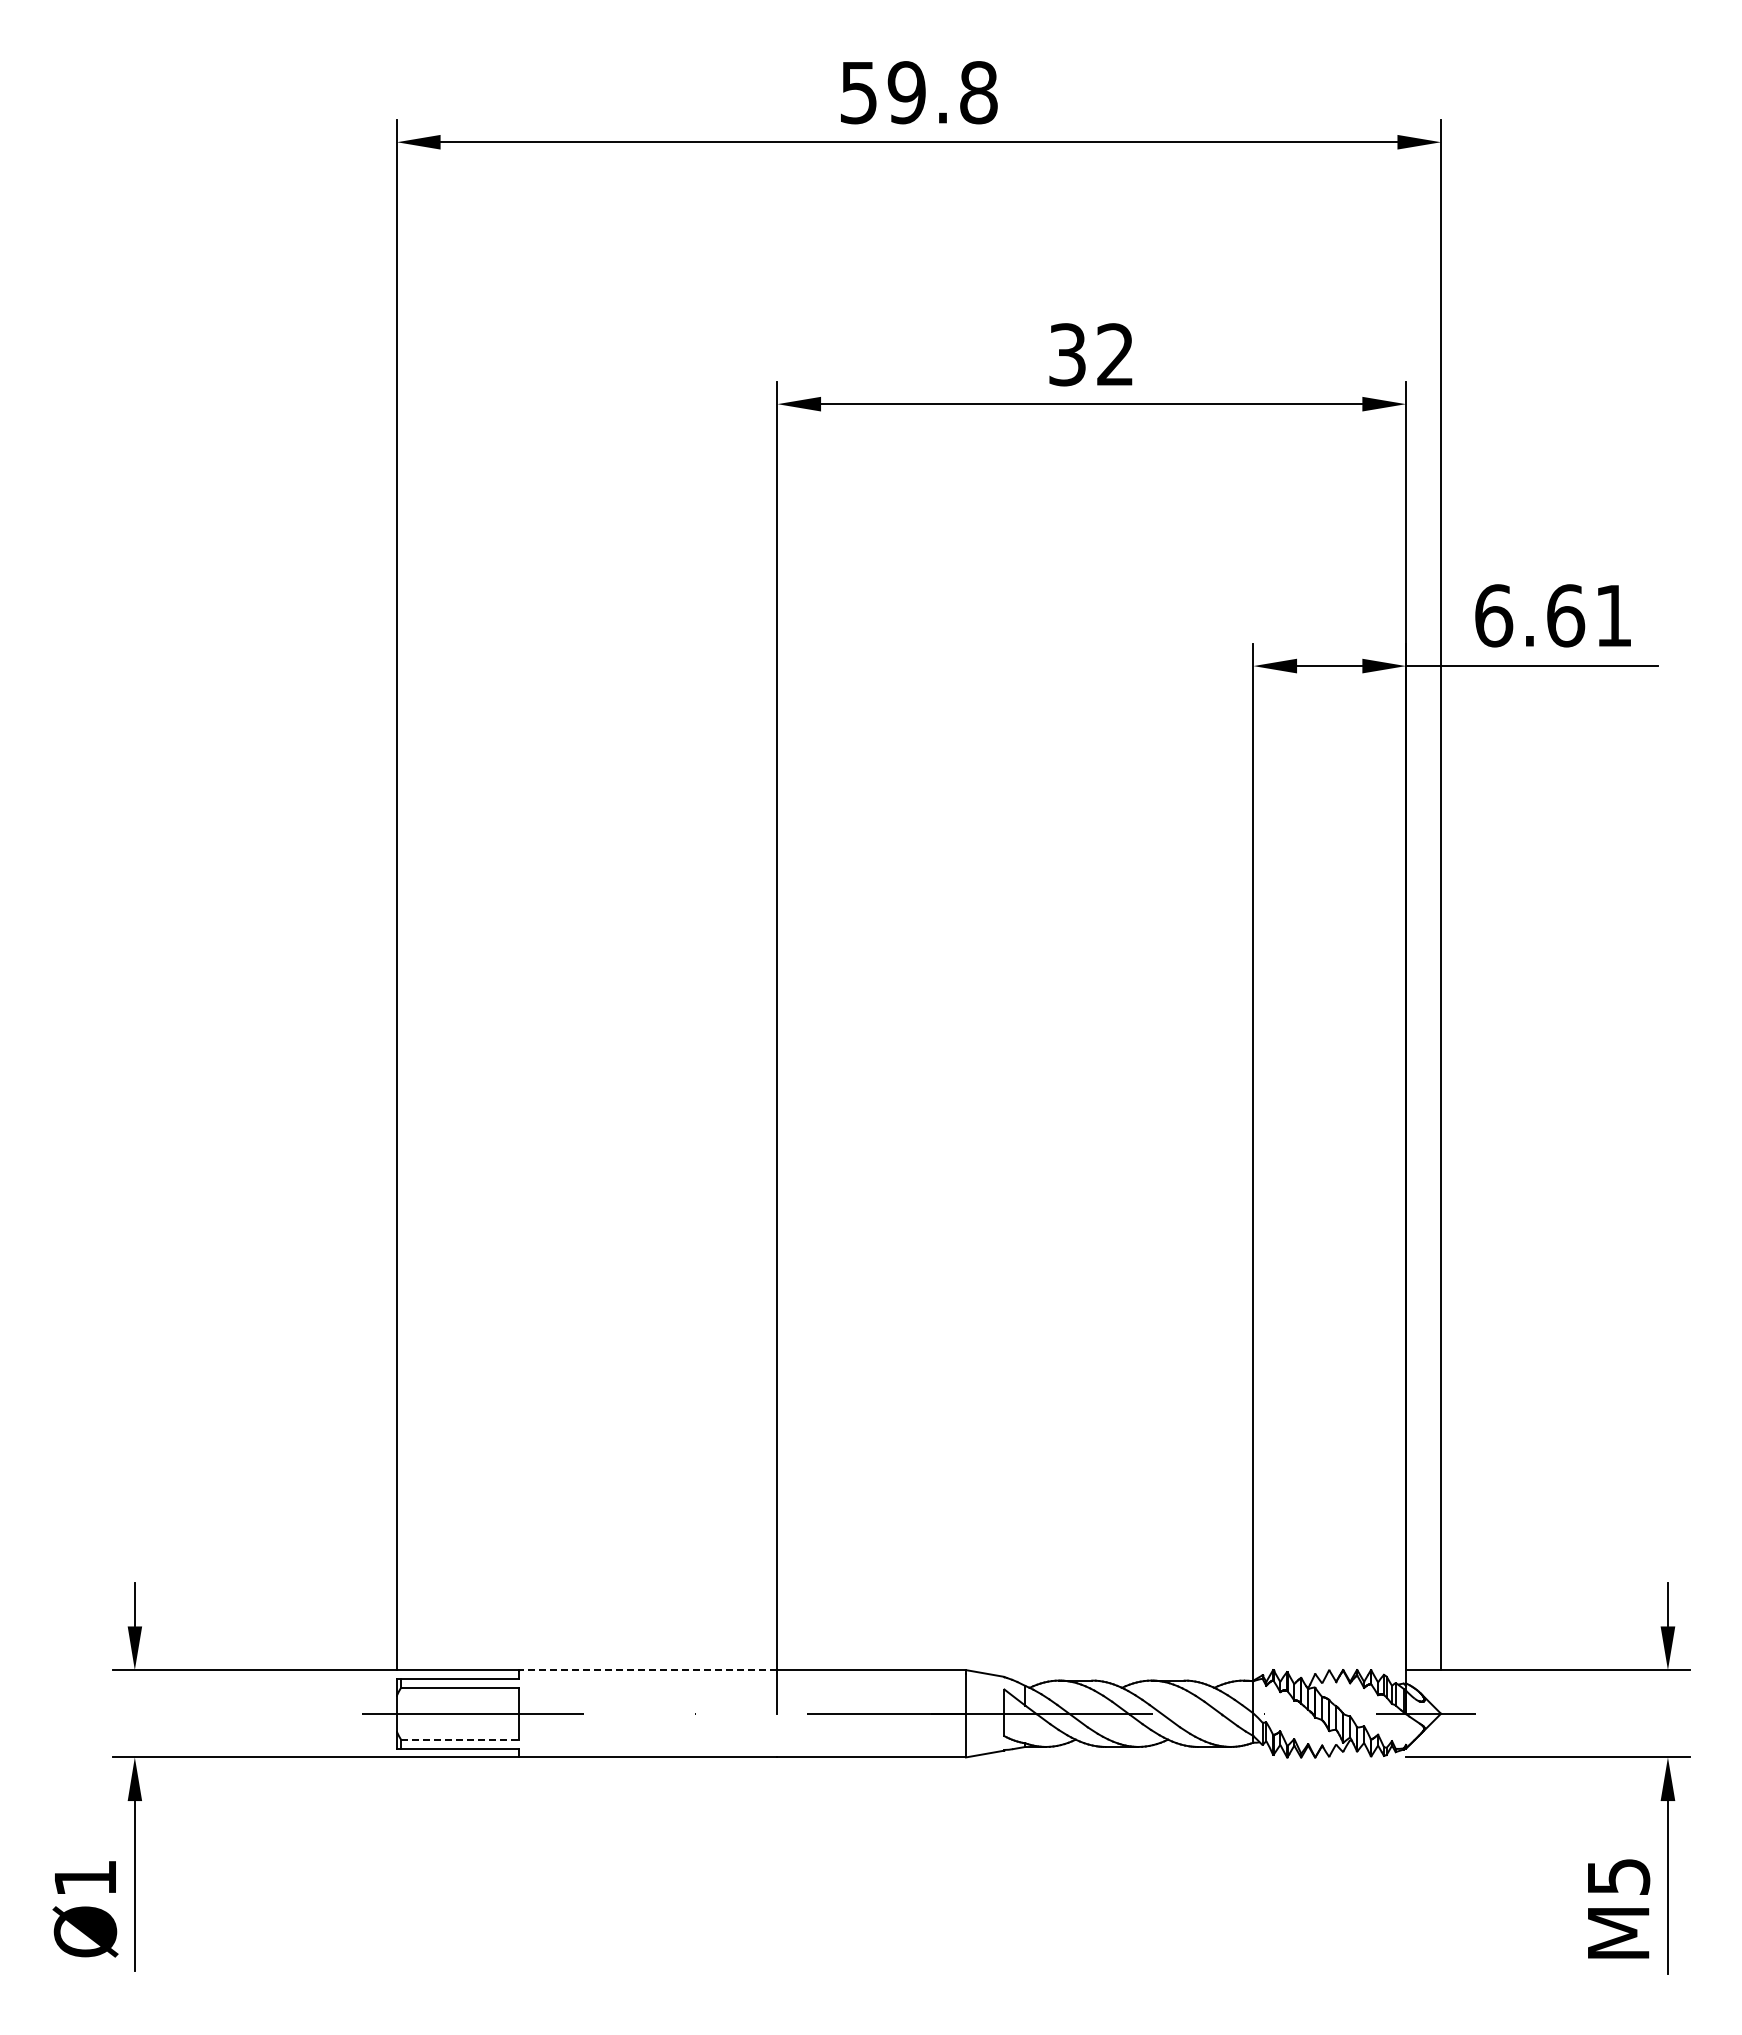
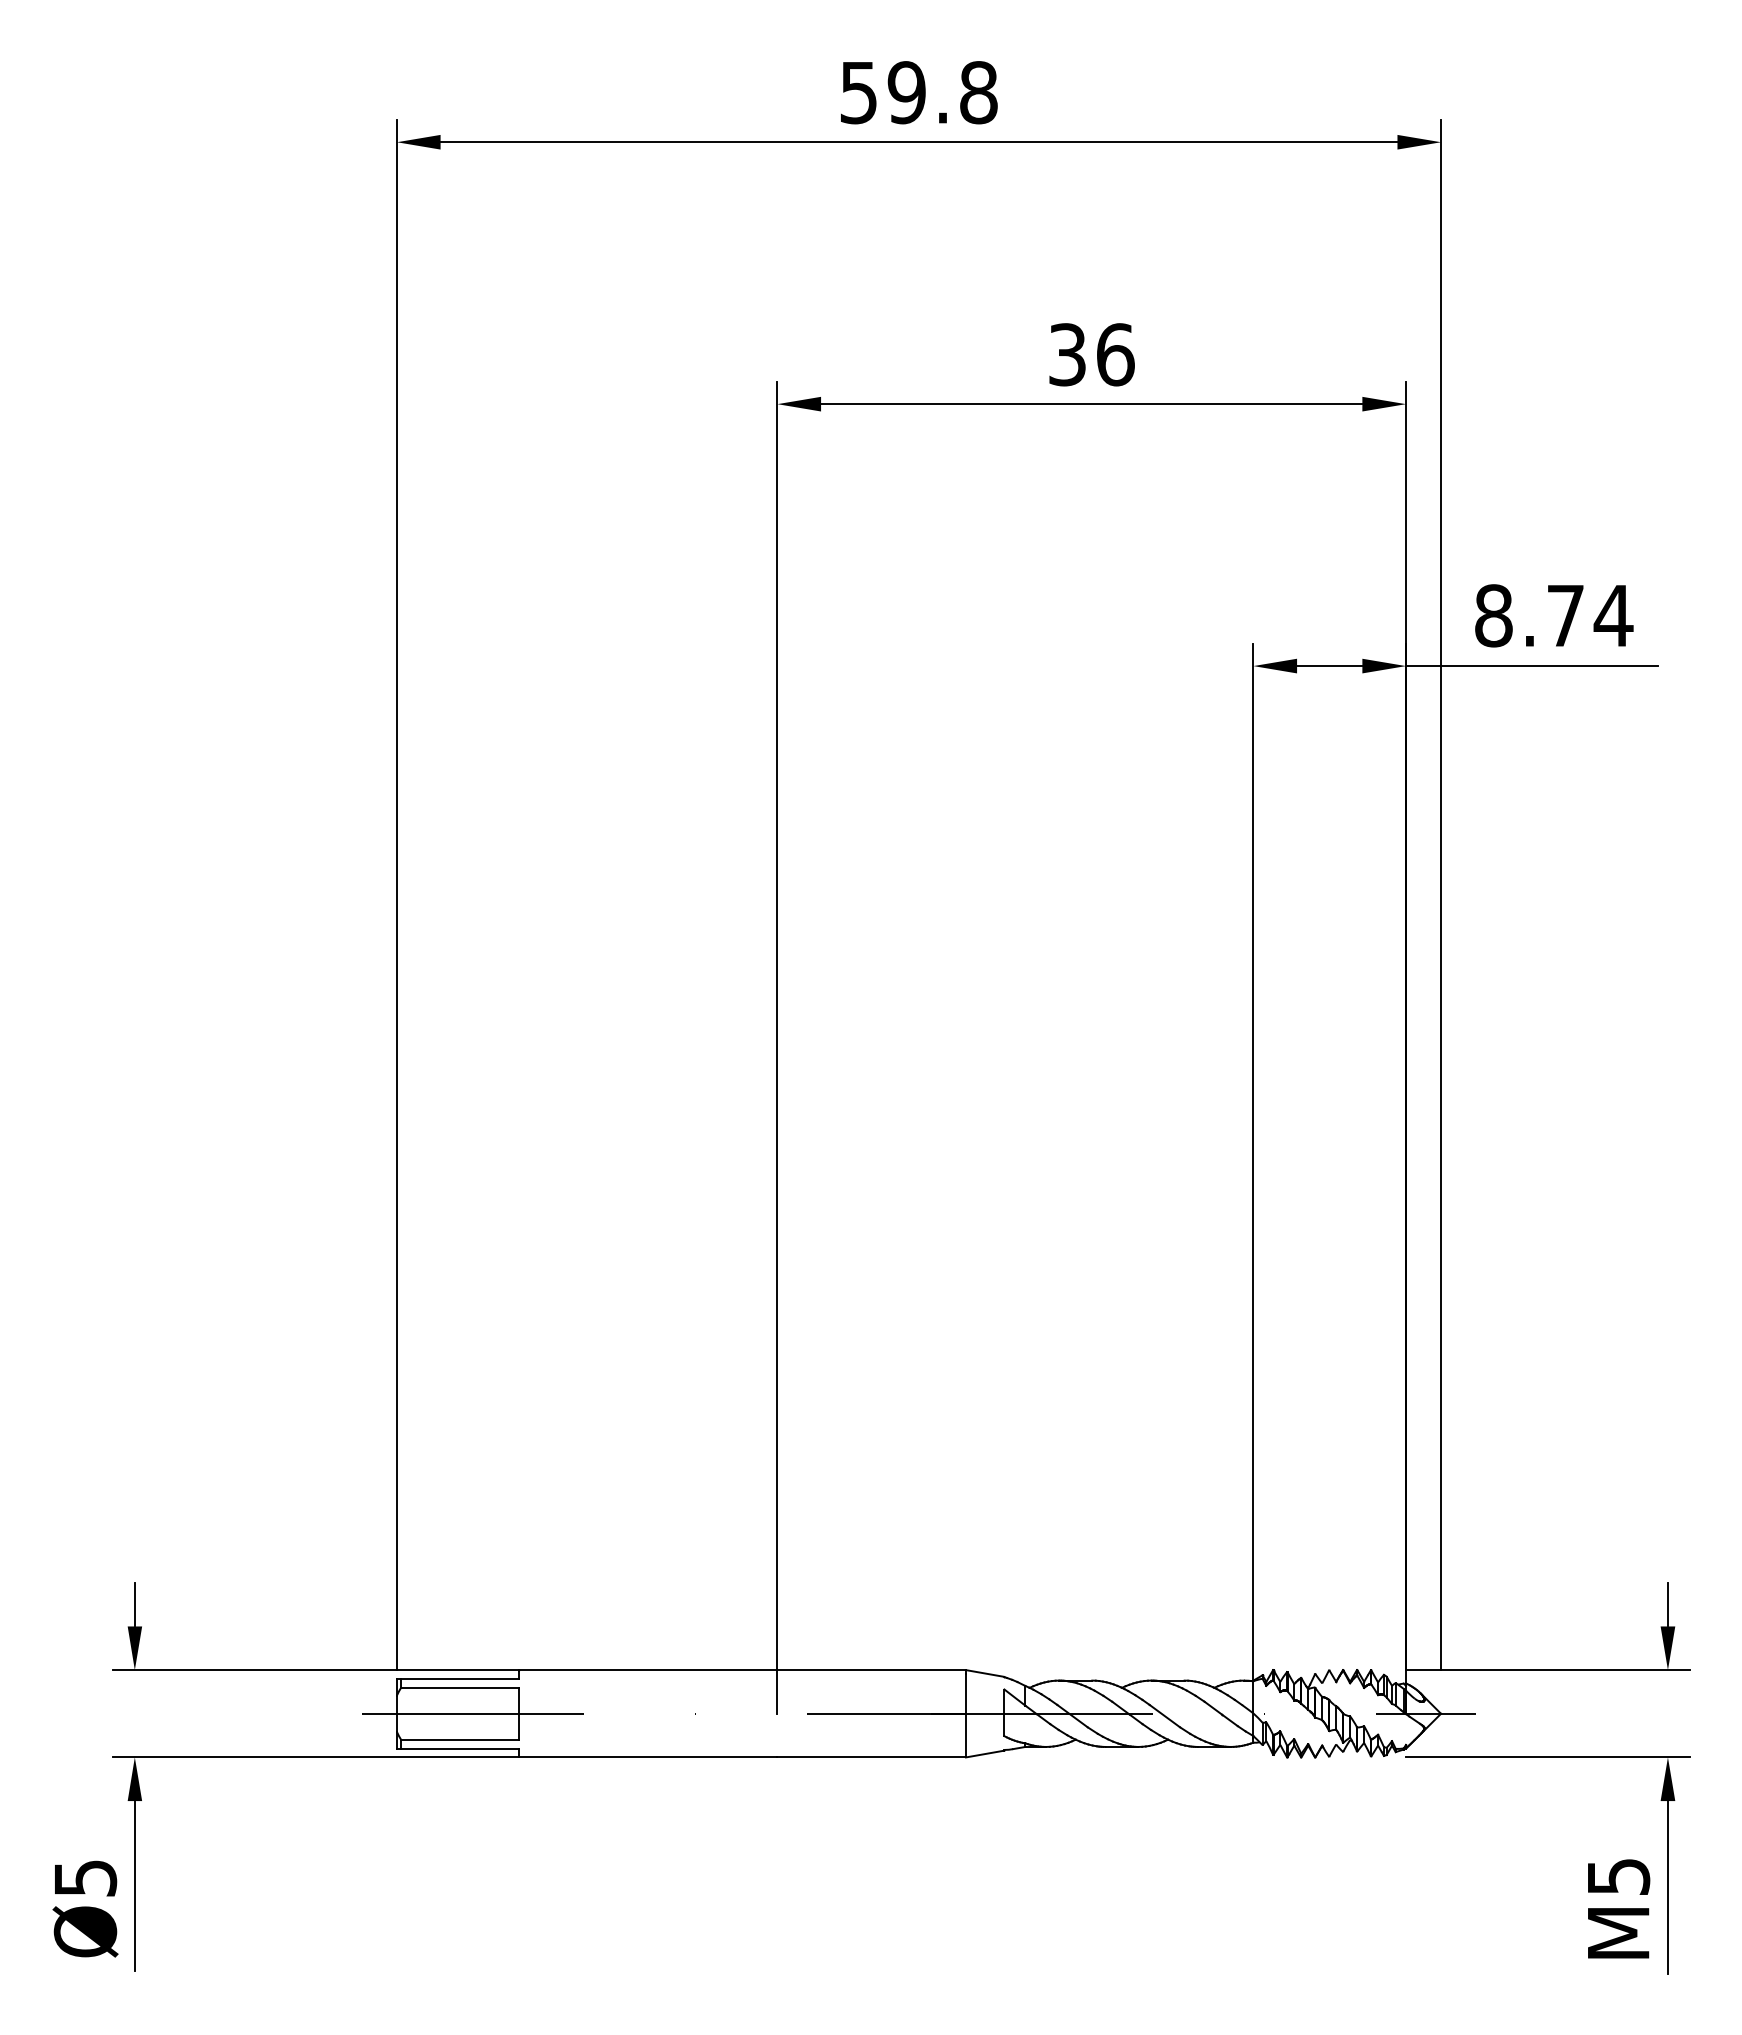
text at (1115, 354): 32 -> 36
text at (1554, 615): 6.61 -> 8.74
line at (647, 1670): dashed -> solid
line at (460, 1739): dashed -> solid
text at (86, 1878): Ø1 -> Ø5
